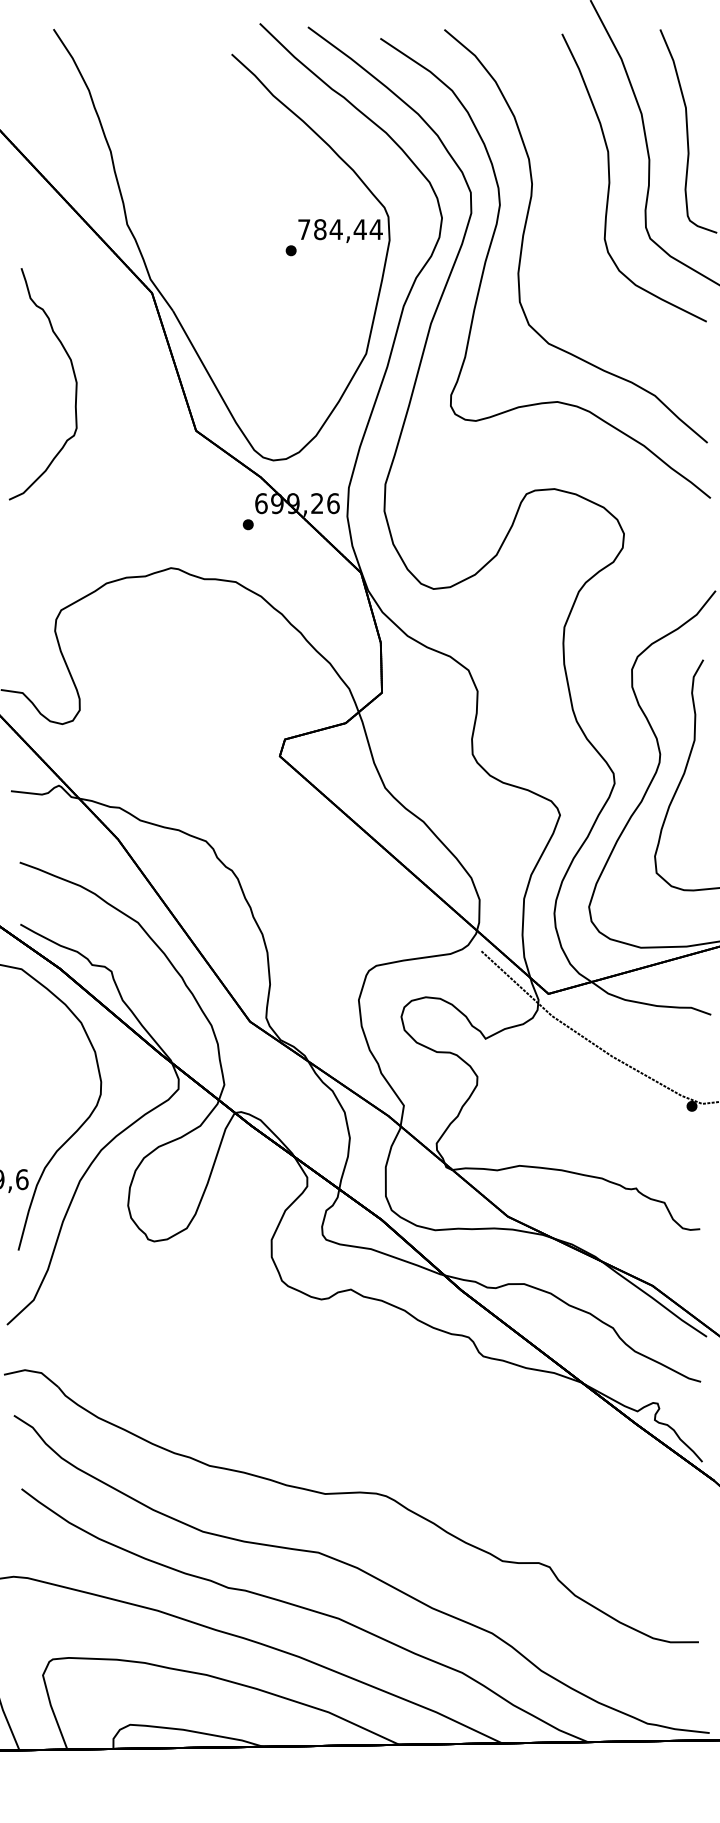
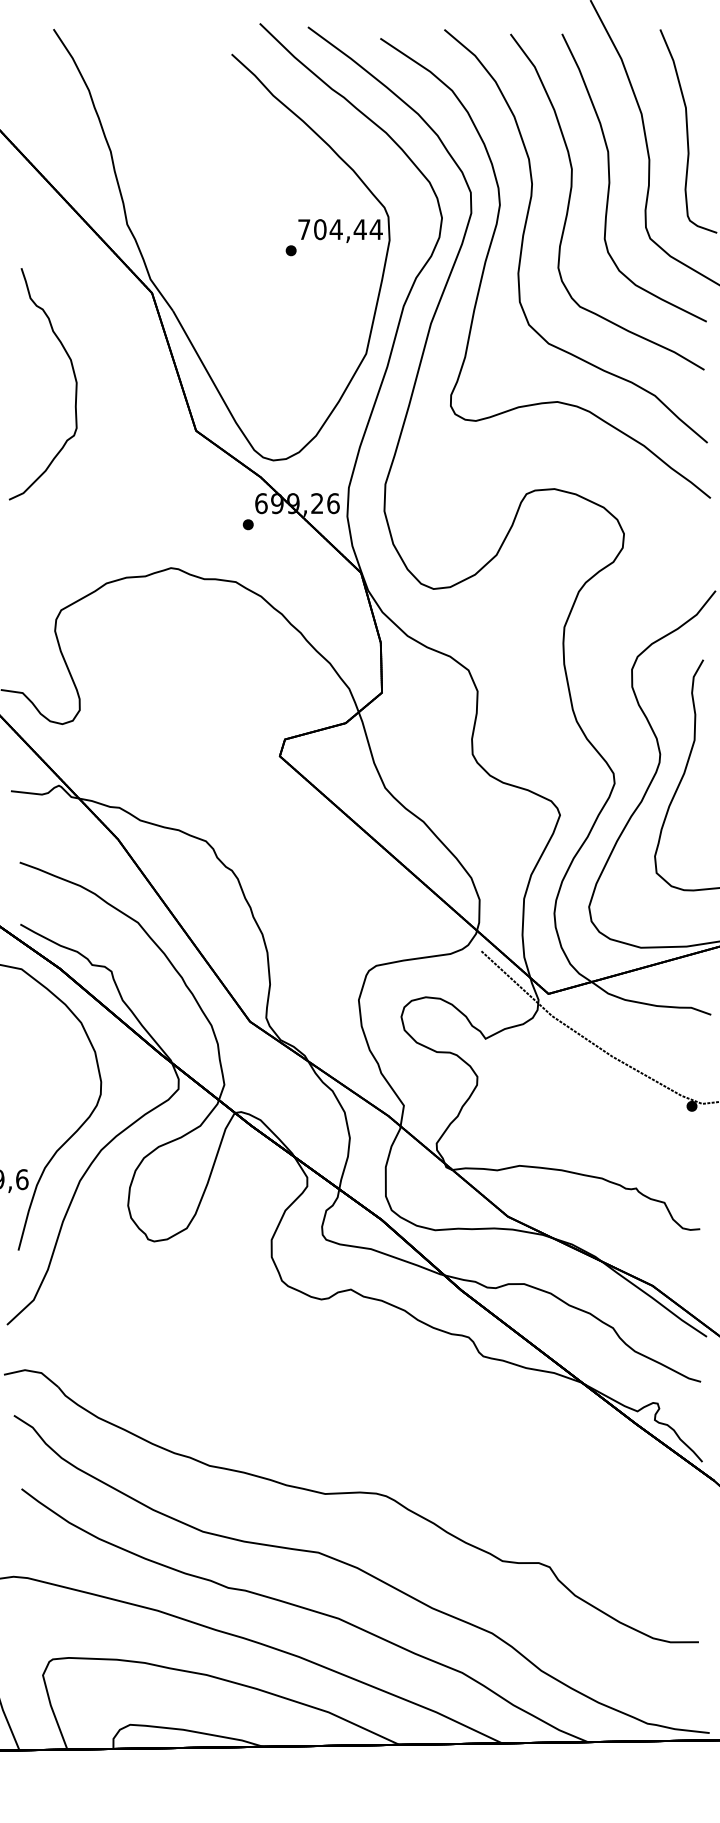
curve at (571, 194): none -> present
text at (320, 229): 784,44 -> 704,44
